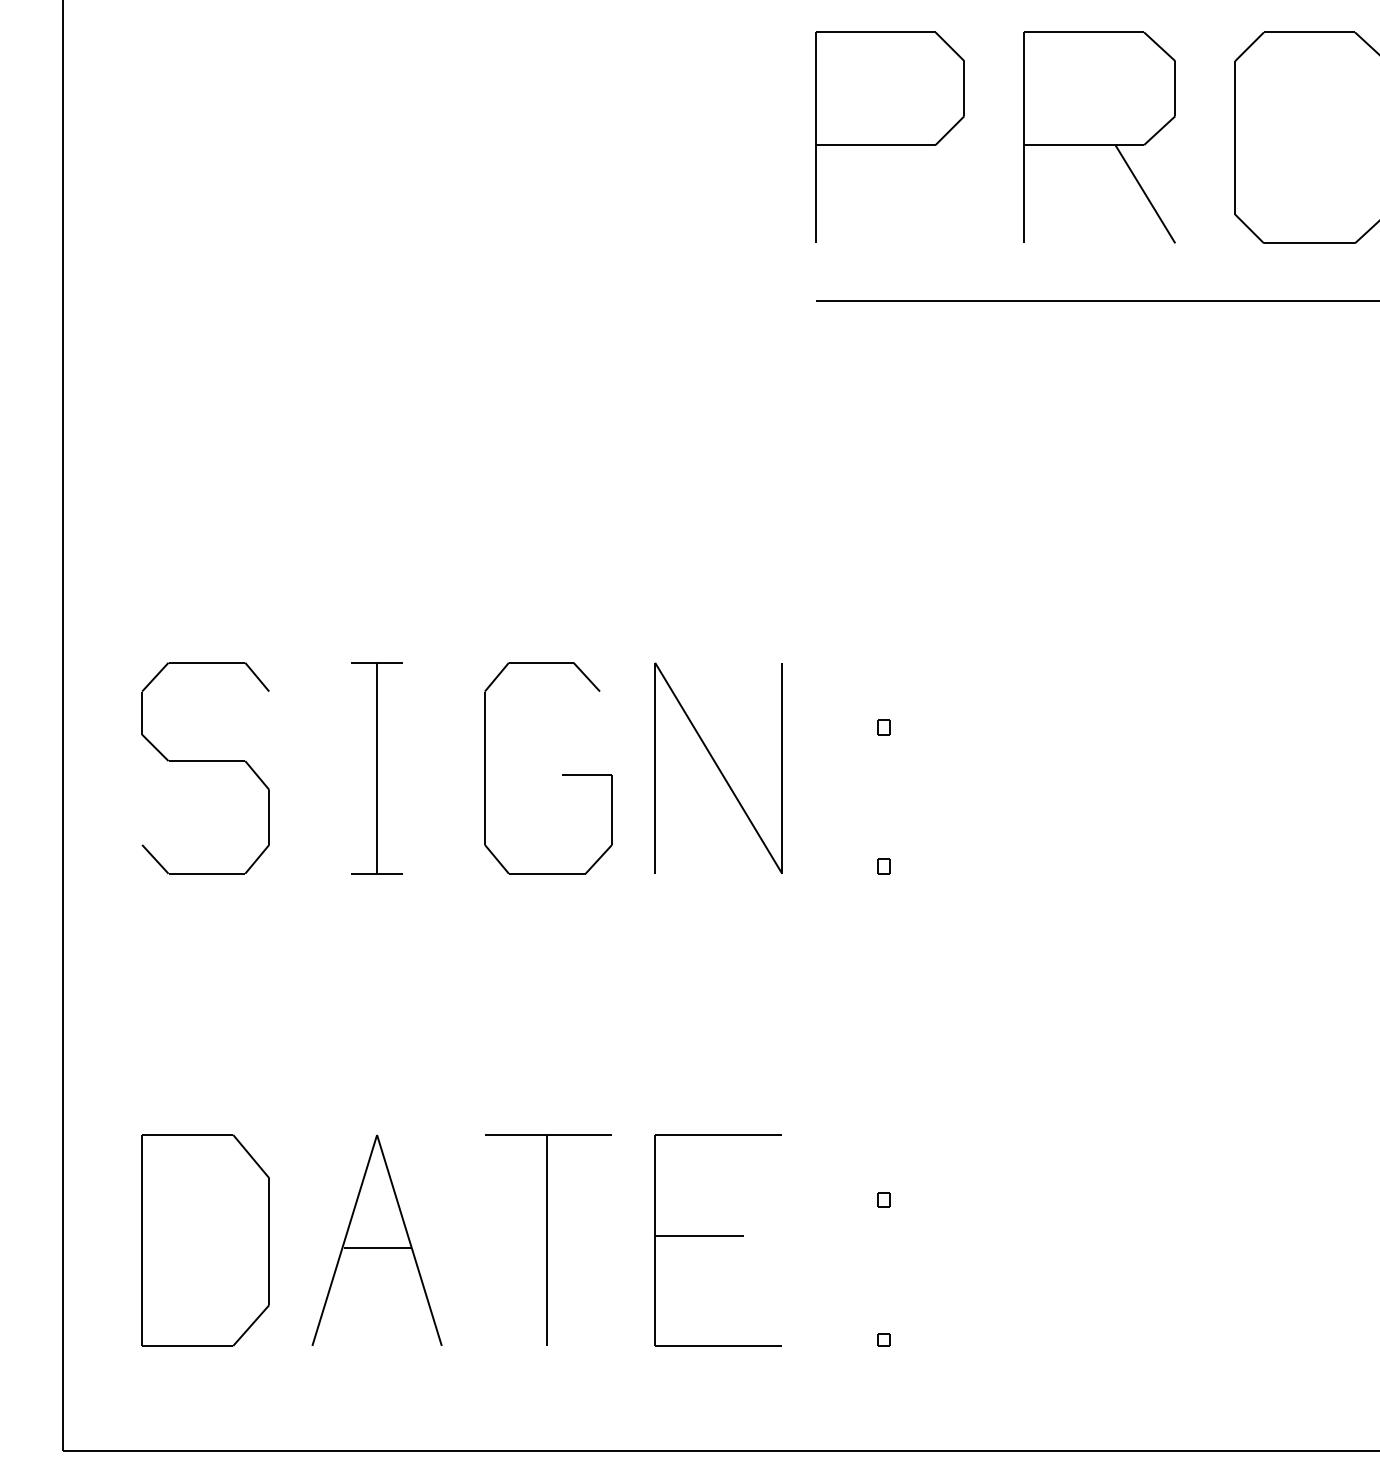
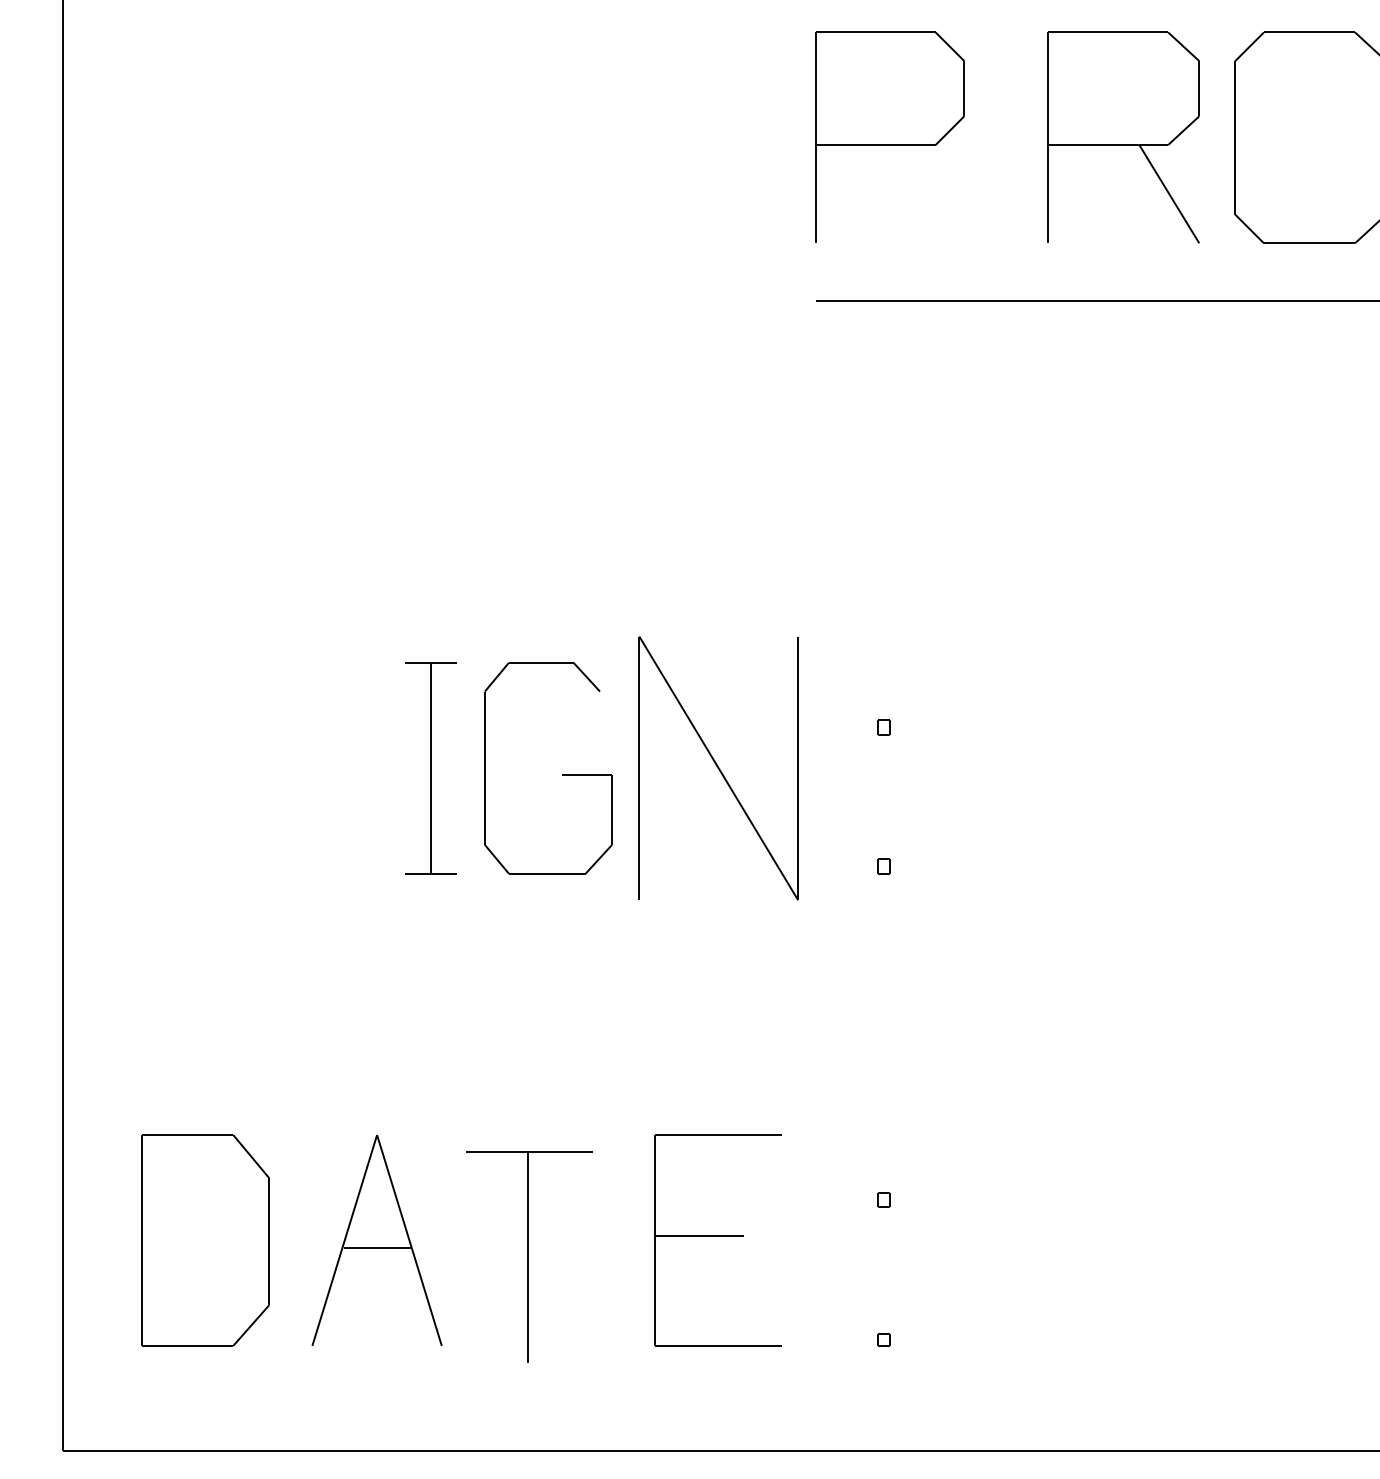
part at (1099, 137) position: (1099, 137) -> (1123, 137)
part at (205, 761): present -> none
part at (718, 767) size: 129x212 px -> 161x265 px
part at (376, 768) position: (376, 768) -> (430, 768)
part at (548, 1239) position: (548, 1239) -> (529, 1256)
